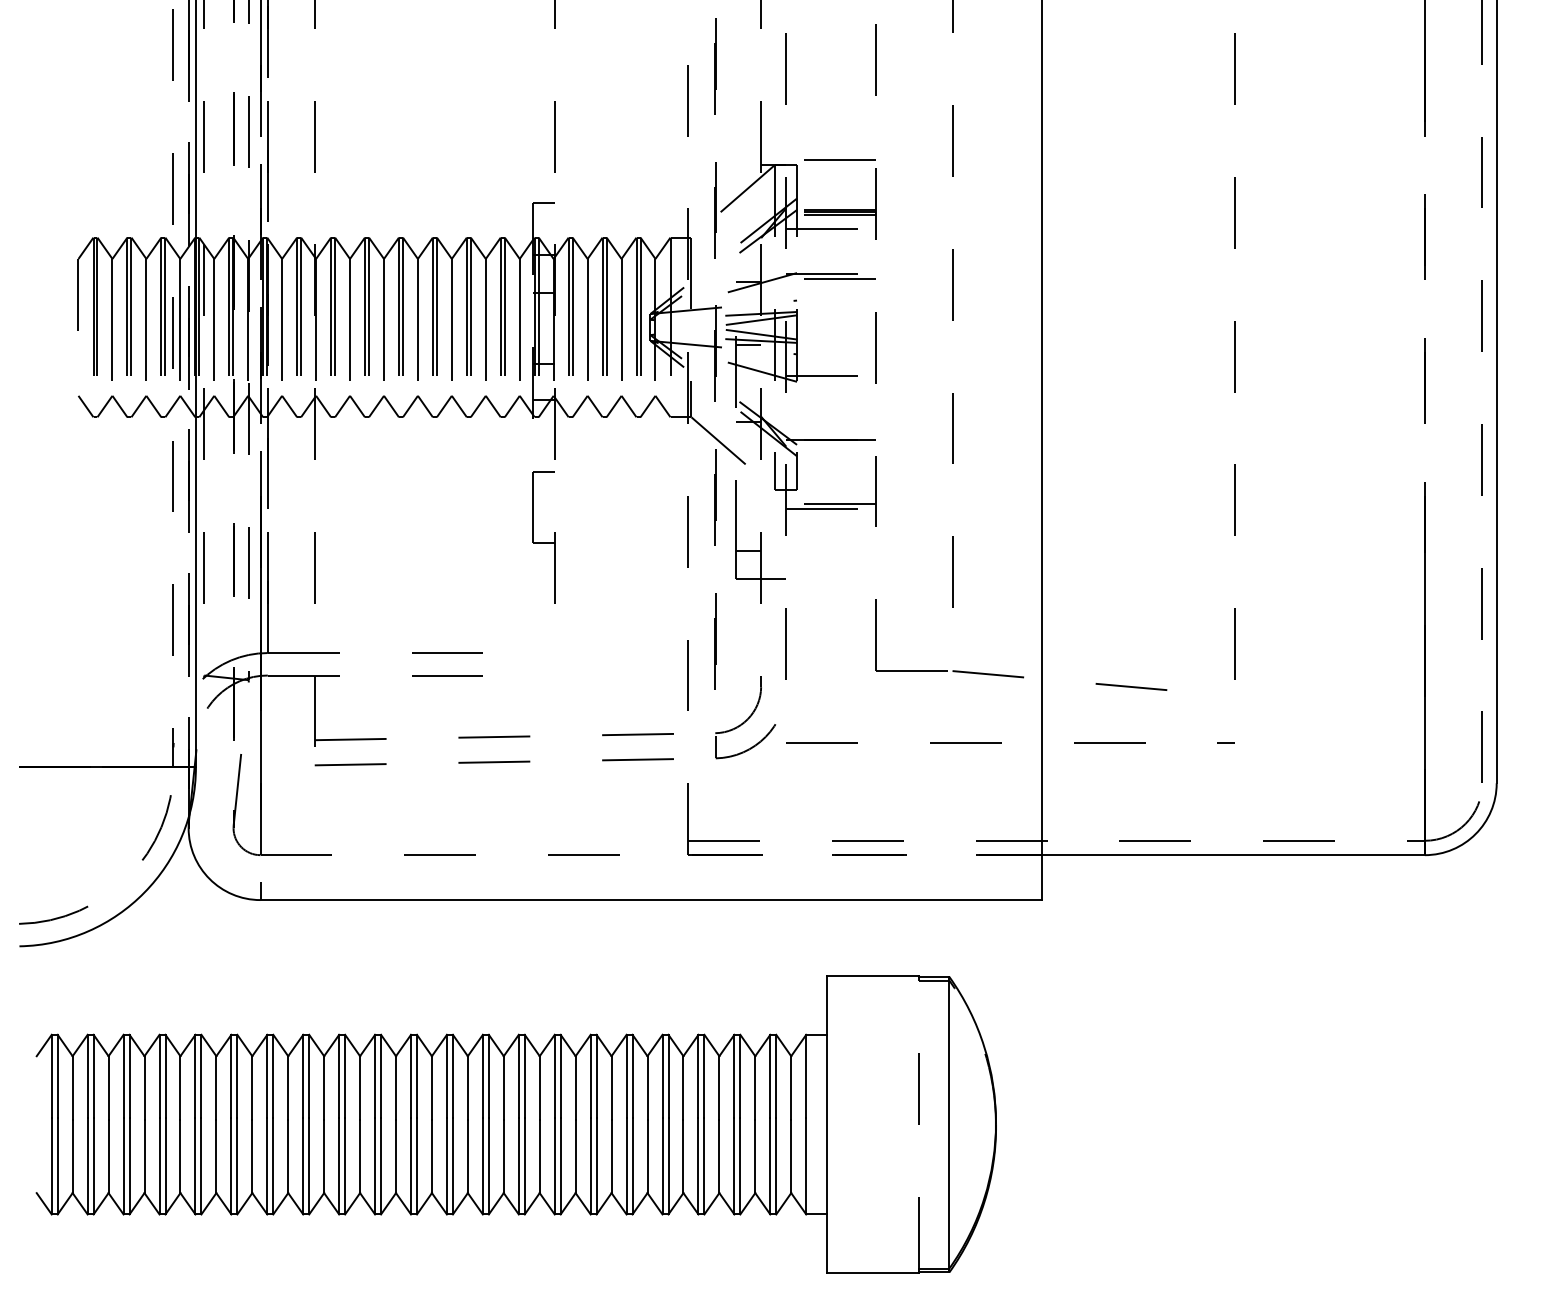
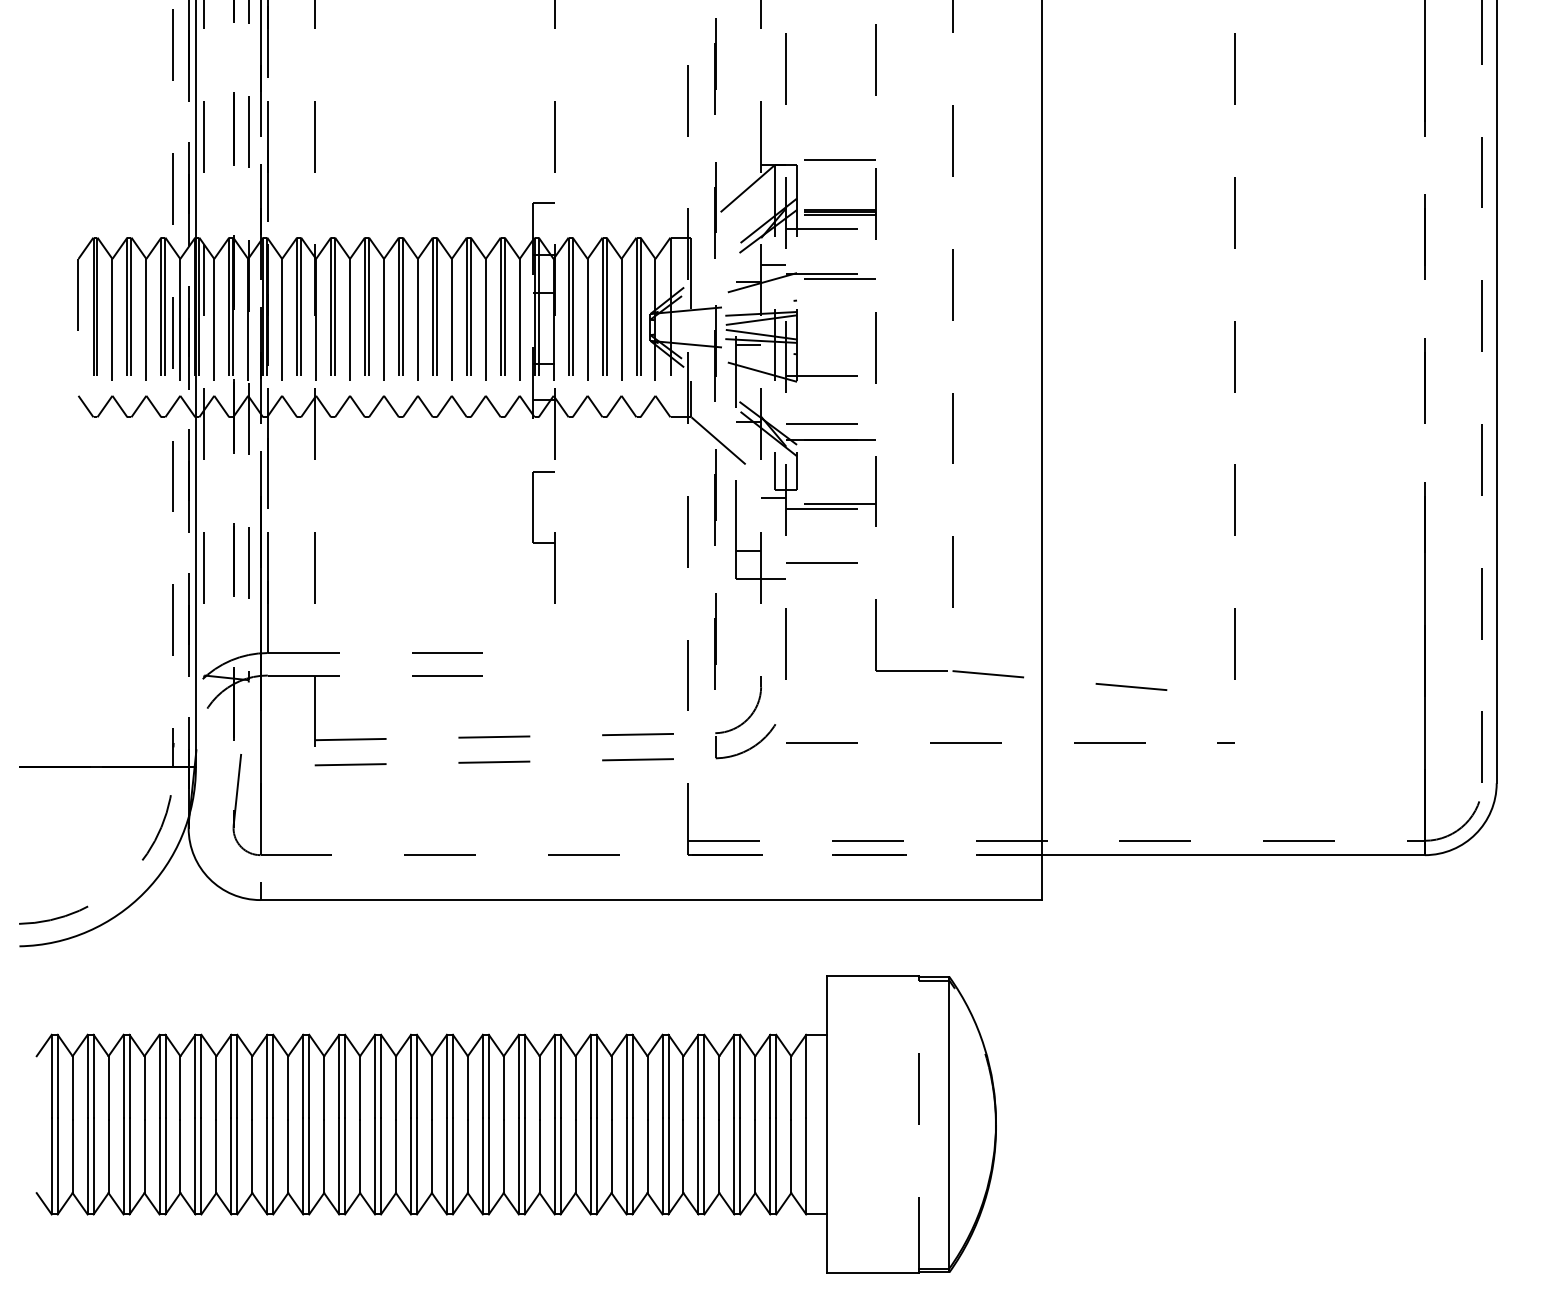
line at (773, 264): none -> present
line at (821, 423): none -> present
line at (773, 498): none -> present
line at (821, 562): none -> present
